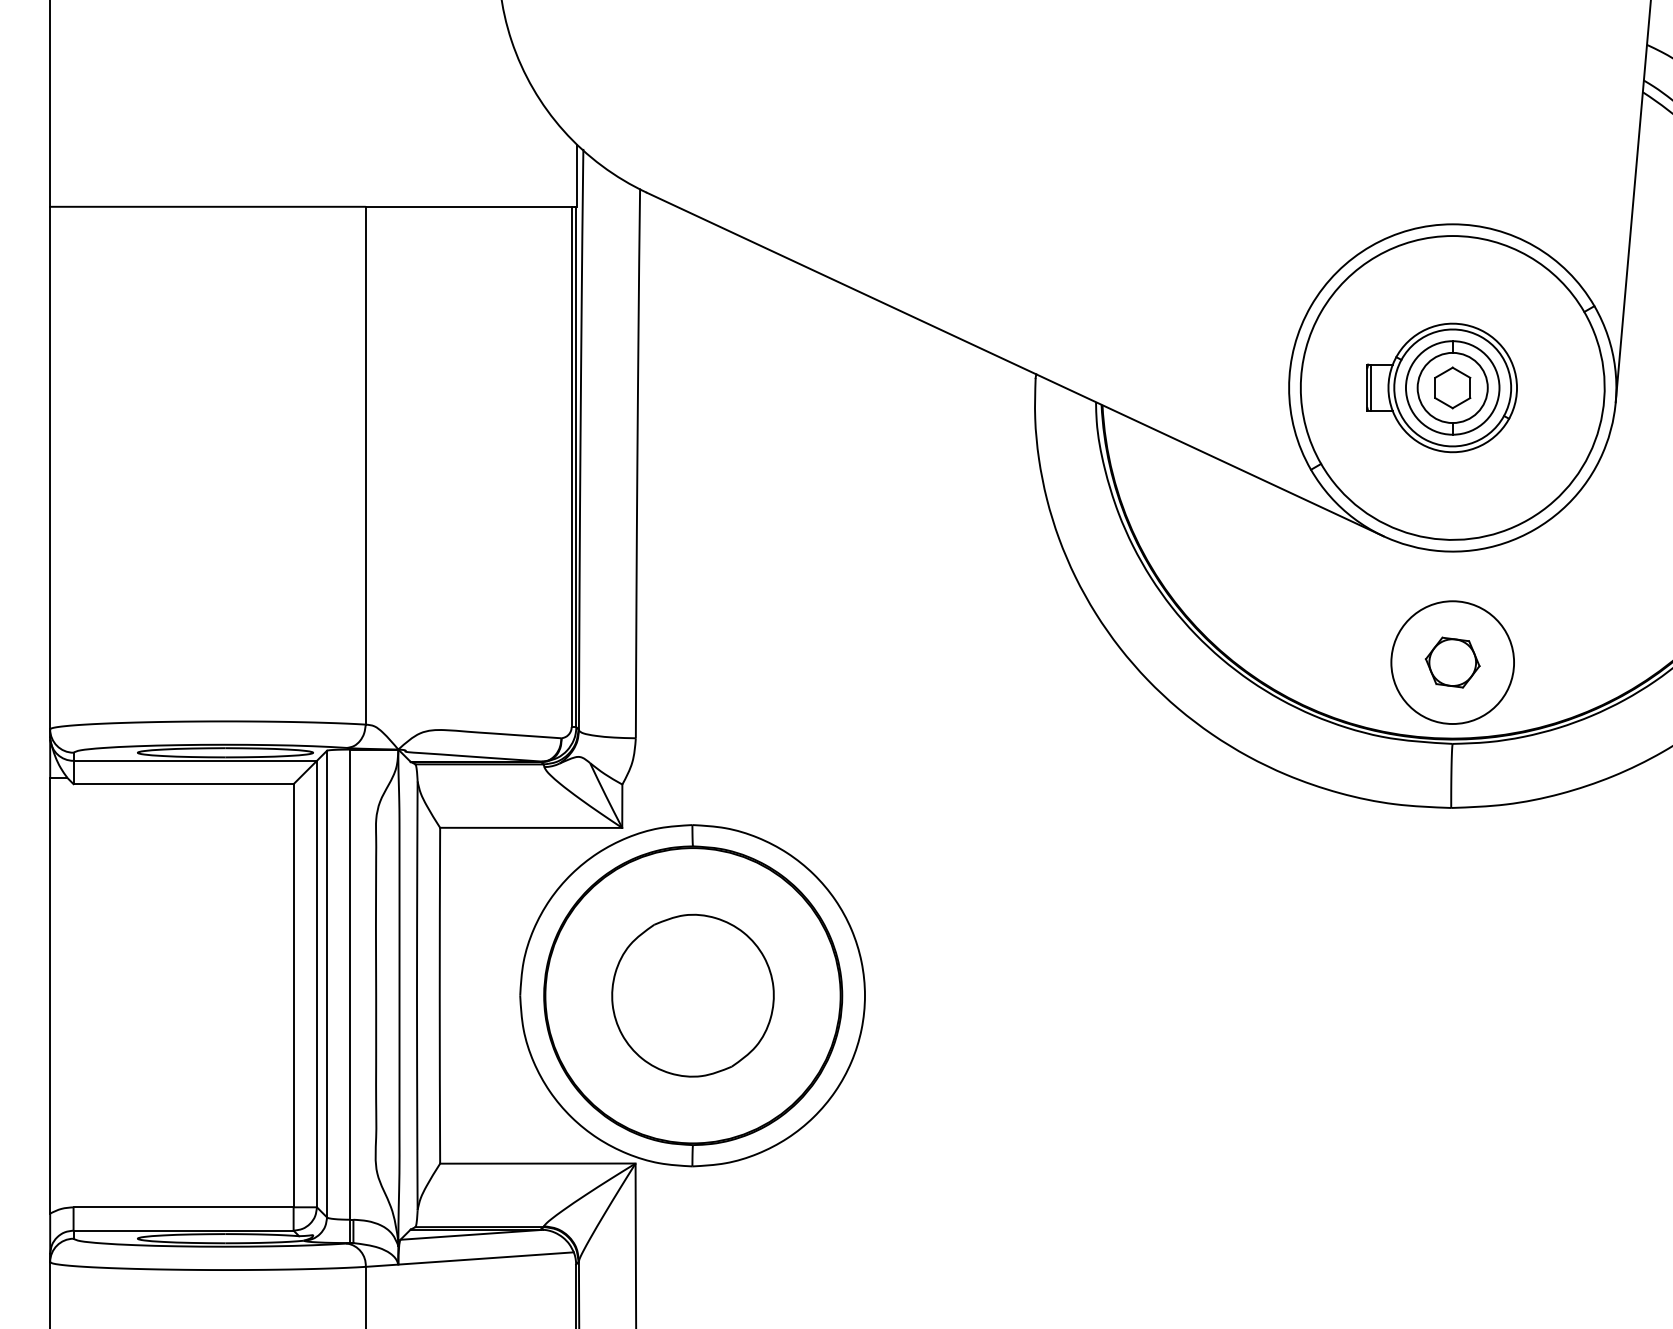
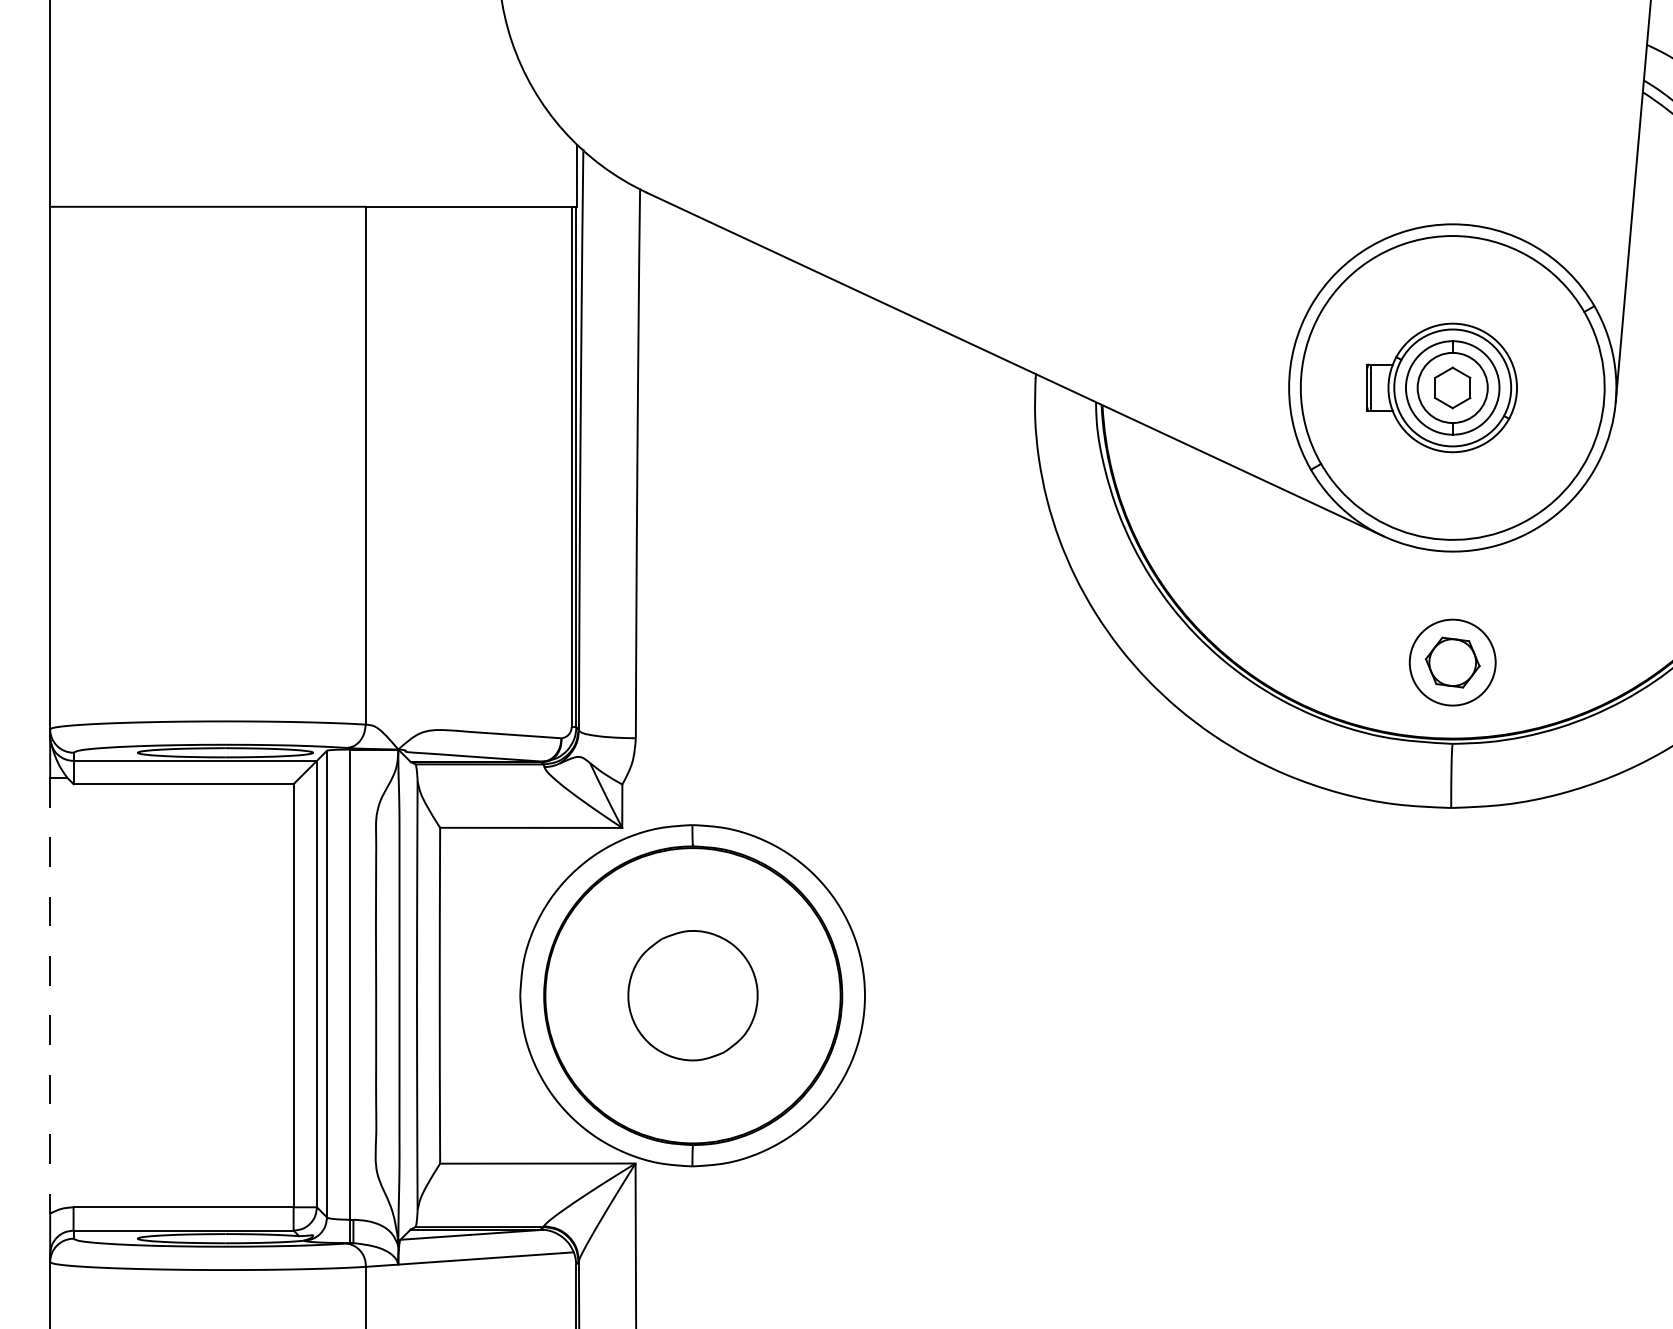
circle at (1452, 662) diameter: 123 px -> 86 px
line at (50, 995): solid -> dashed
part at (692, 995) size: 164x165 px -> 132x132 px
